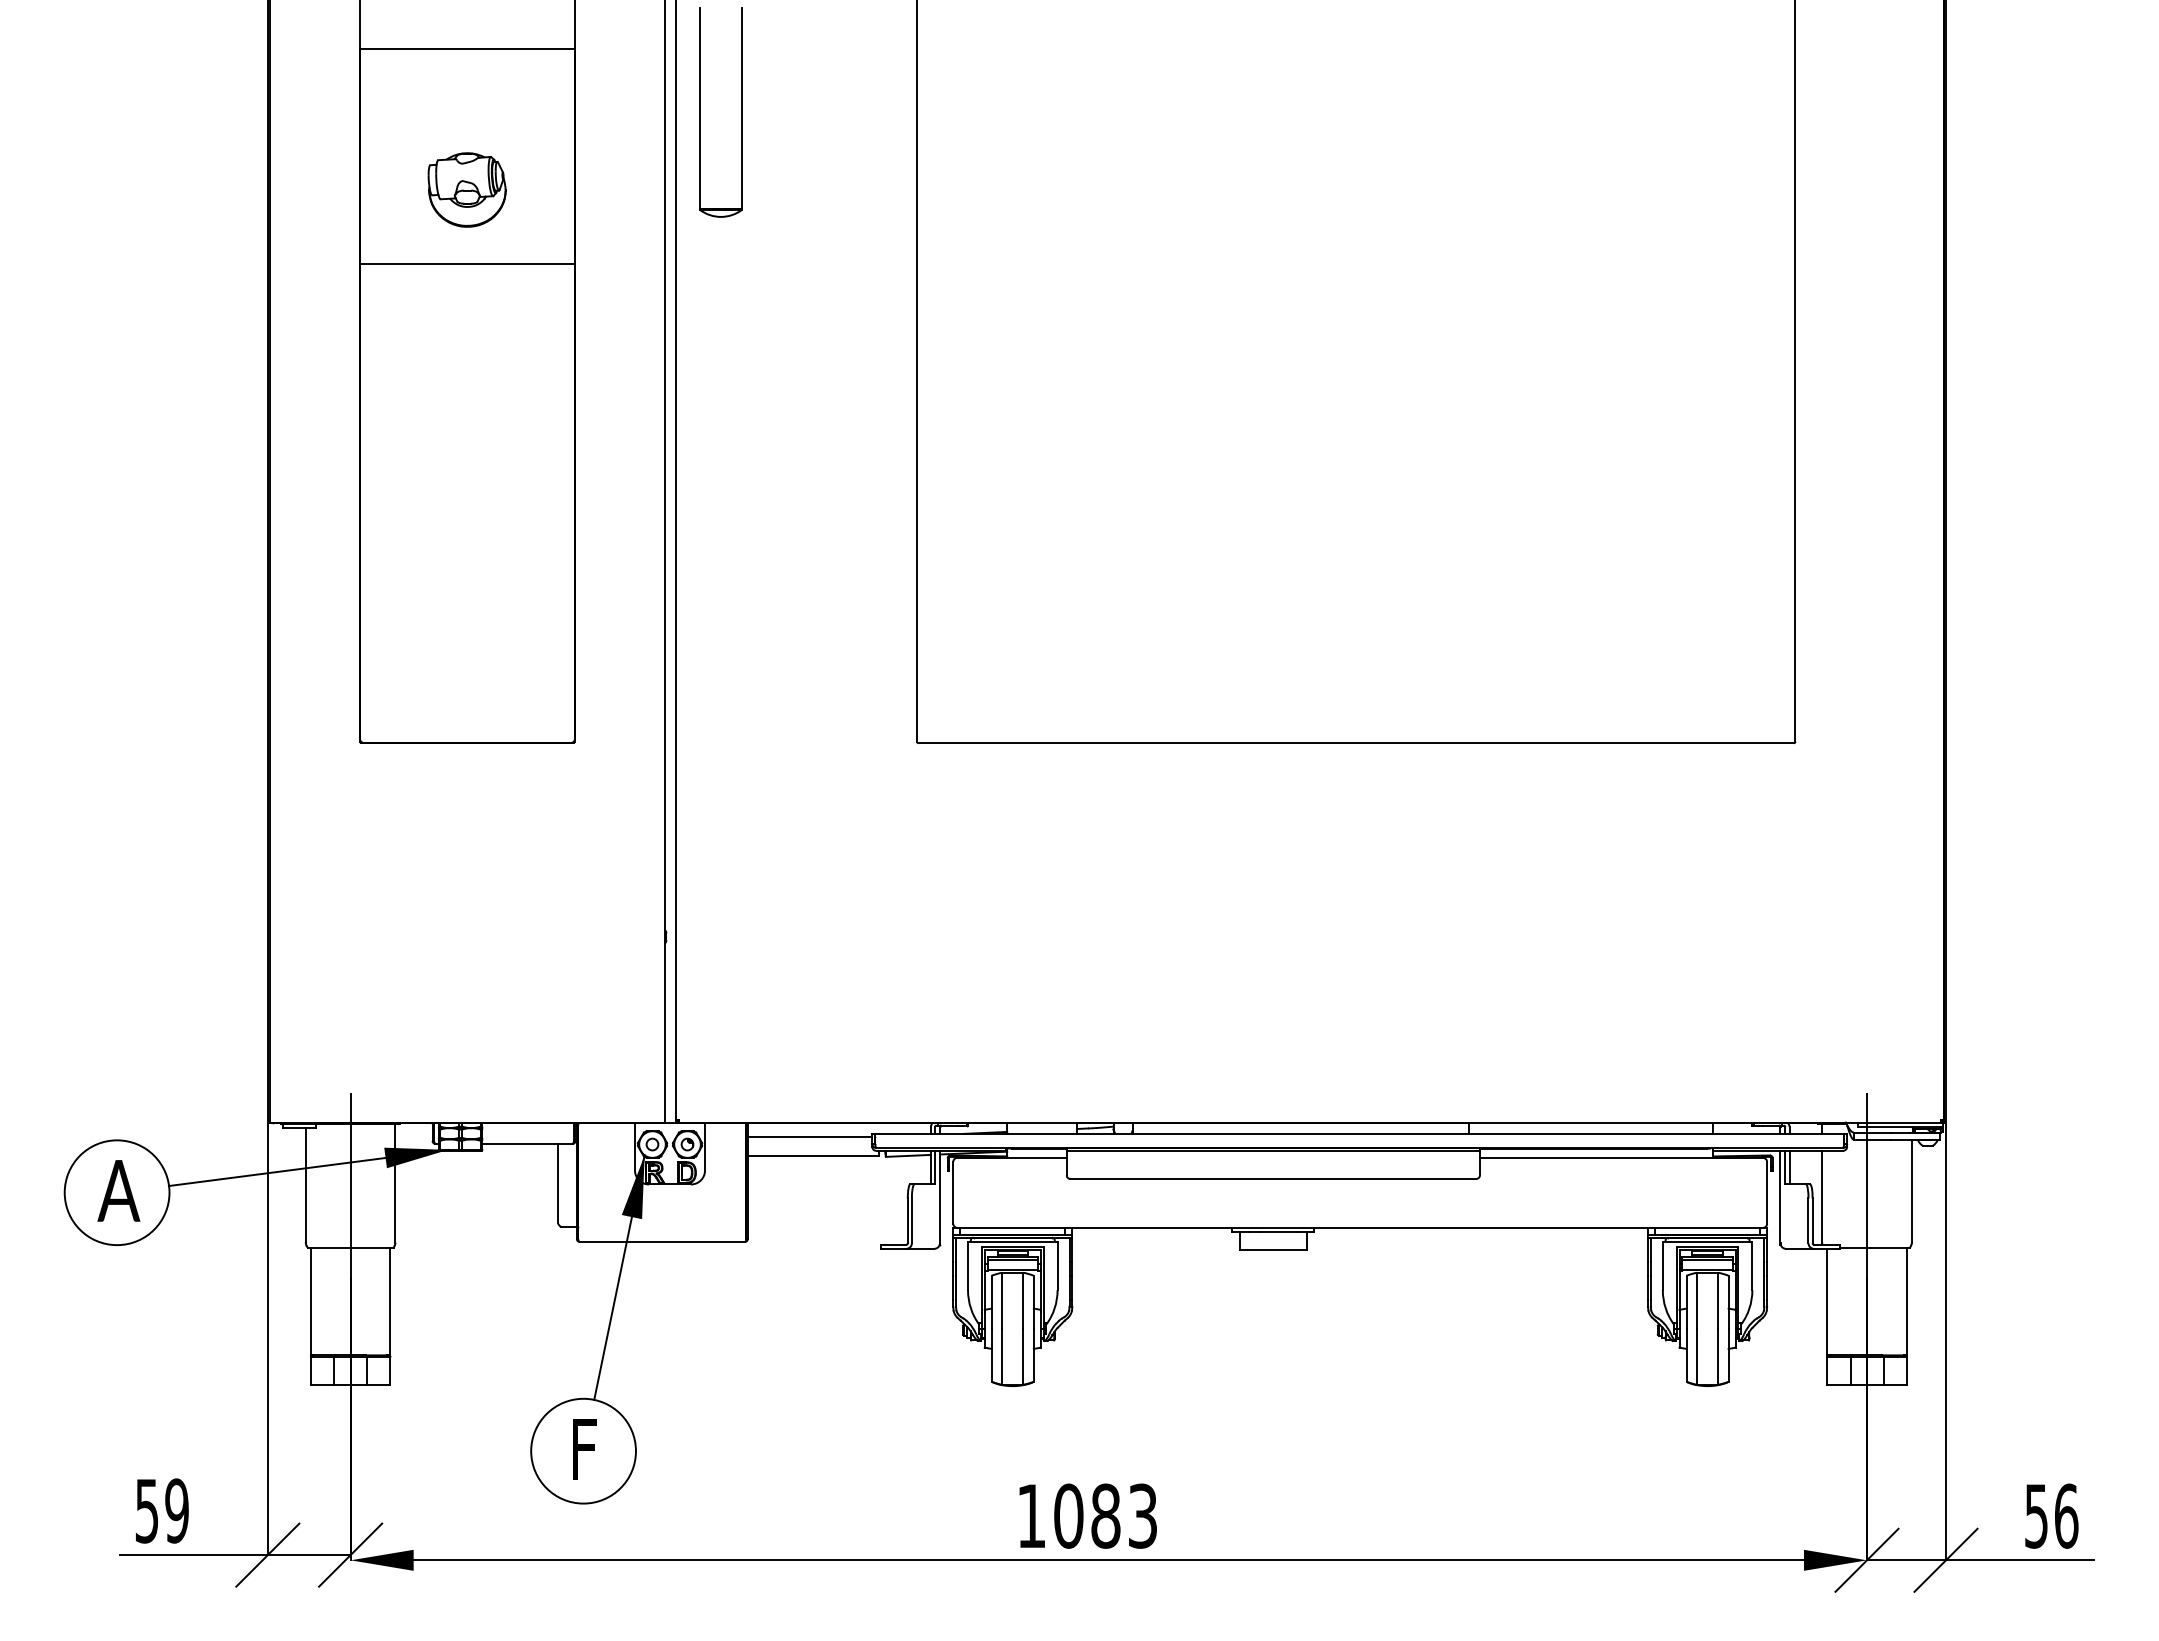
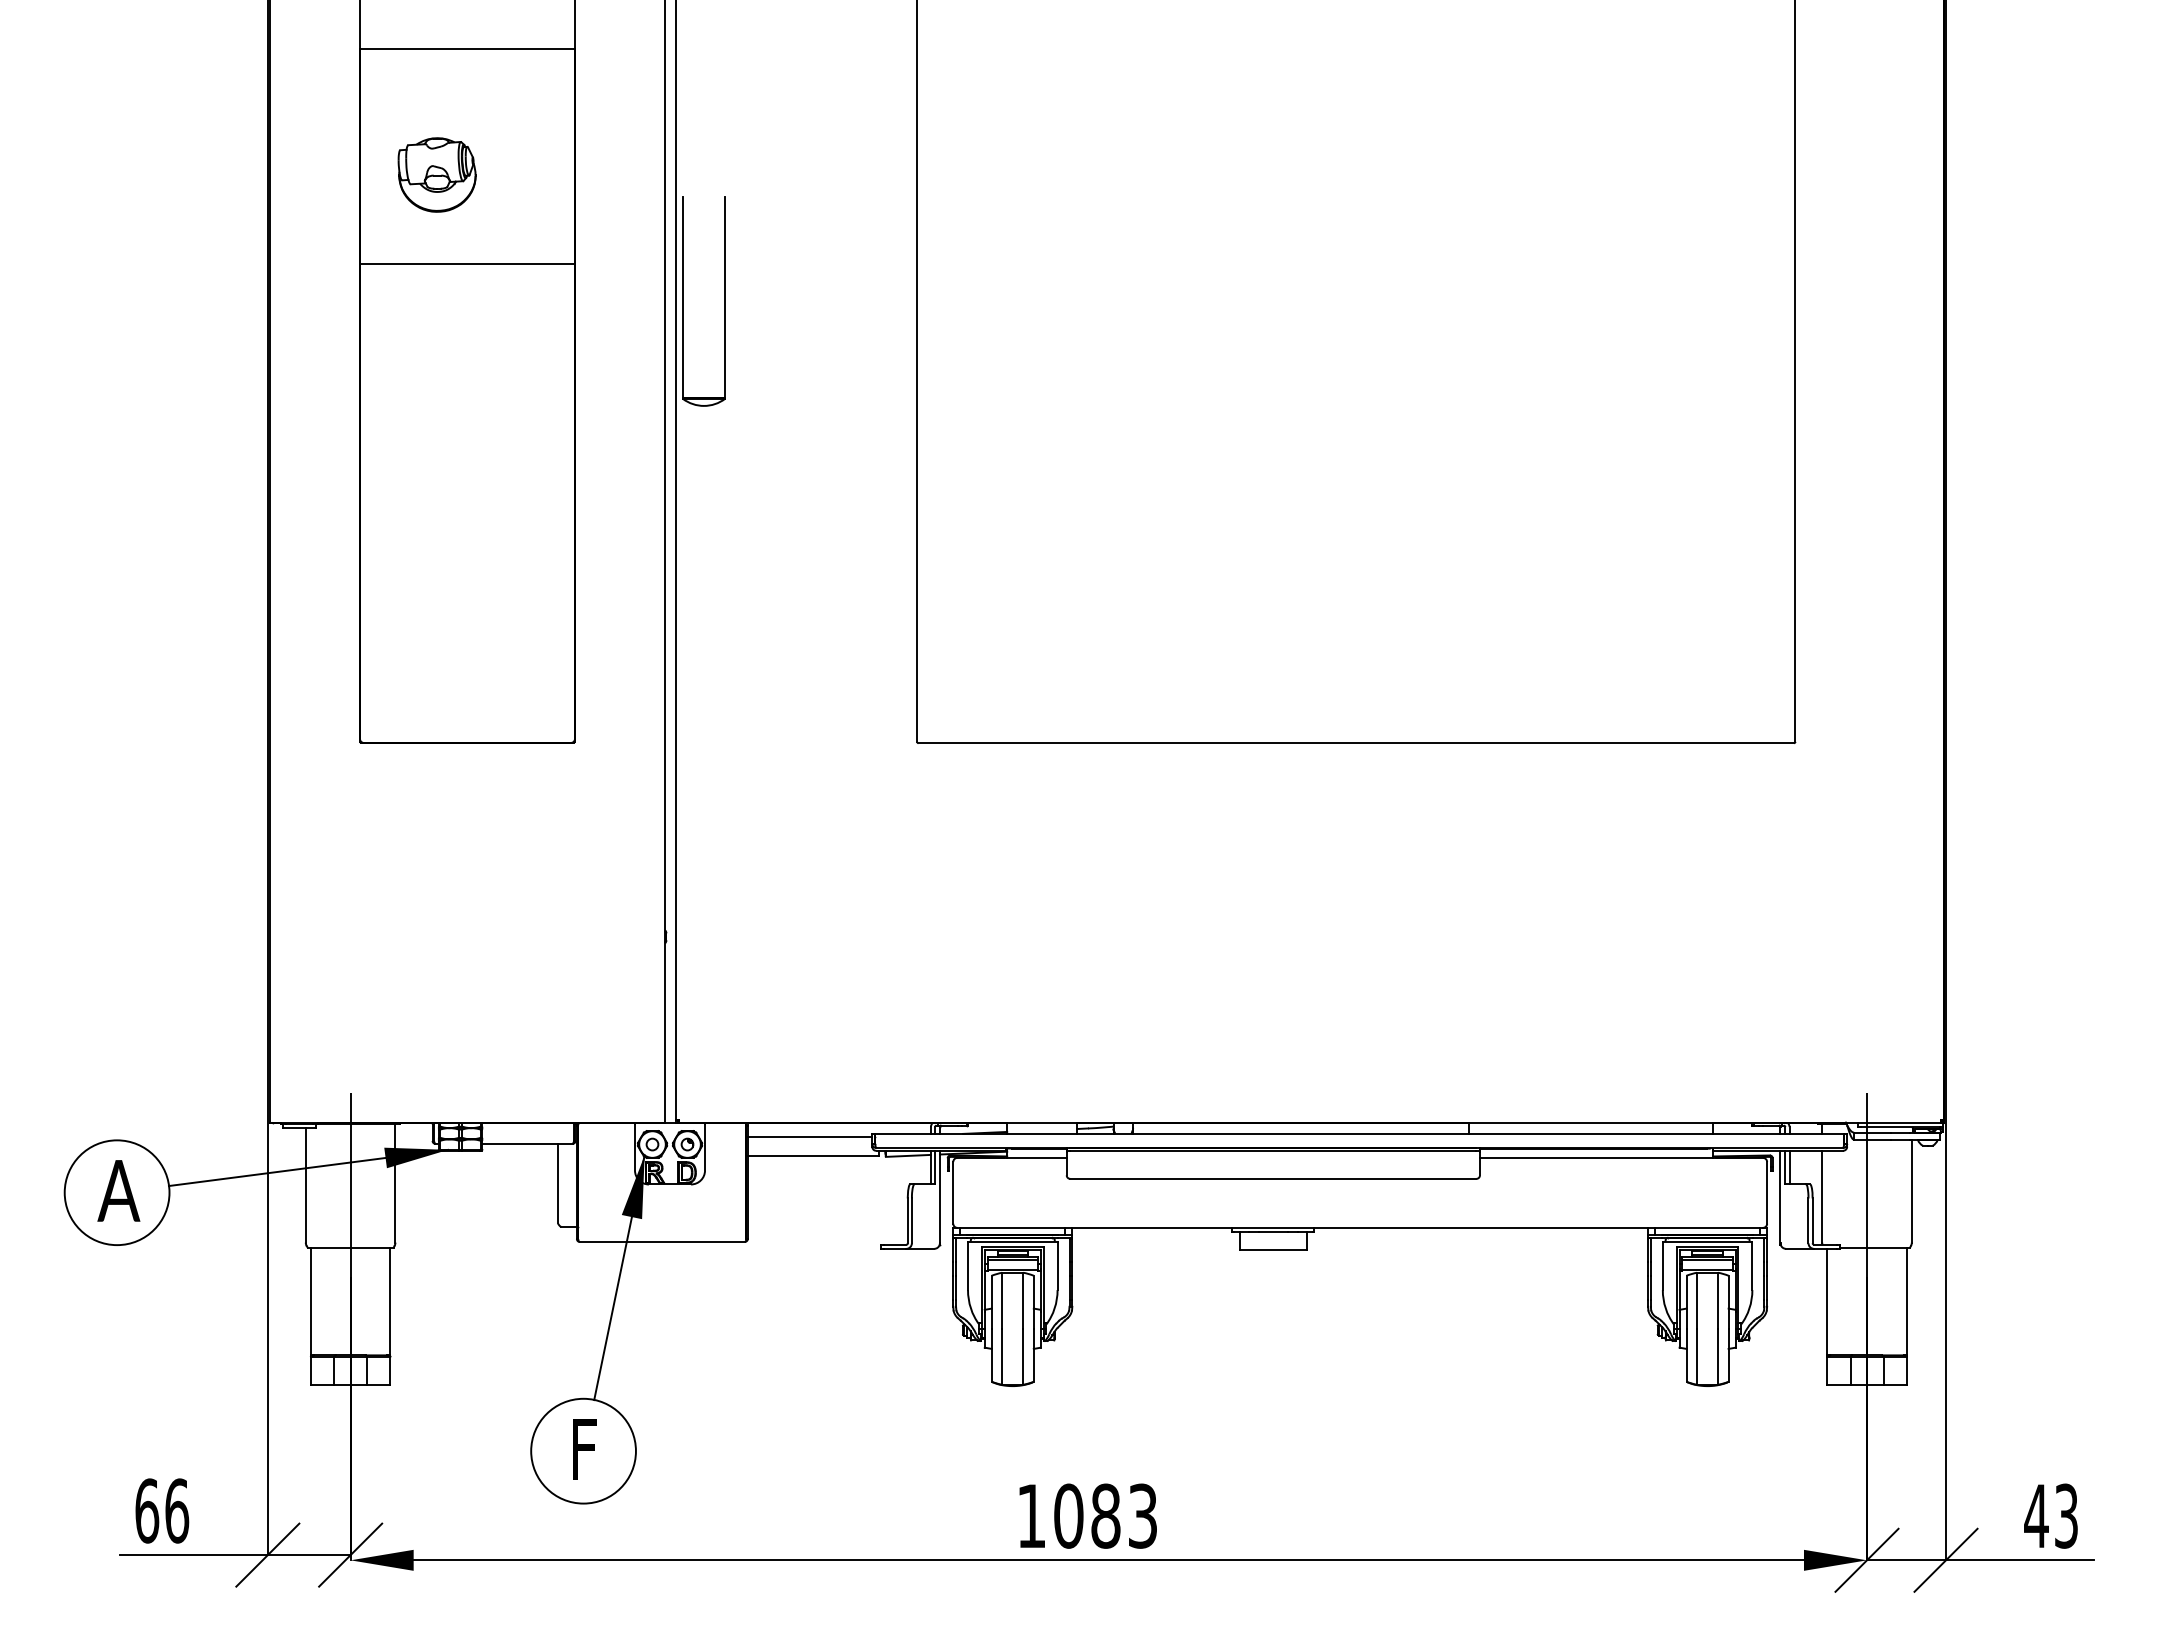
part at (700, 112) position: (700, 112) -> (683, 301)
part at (466, 189) position: (466, 189) -> (436, 174)
text at (162, 1510): 59 -> 66
text at (2051, 1515): 56 -> 43
